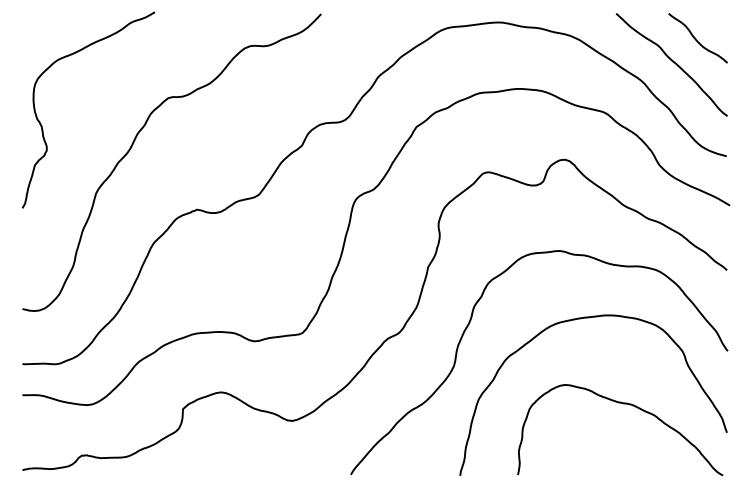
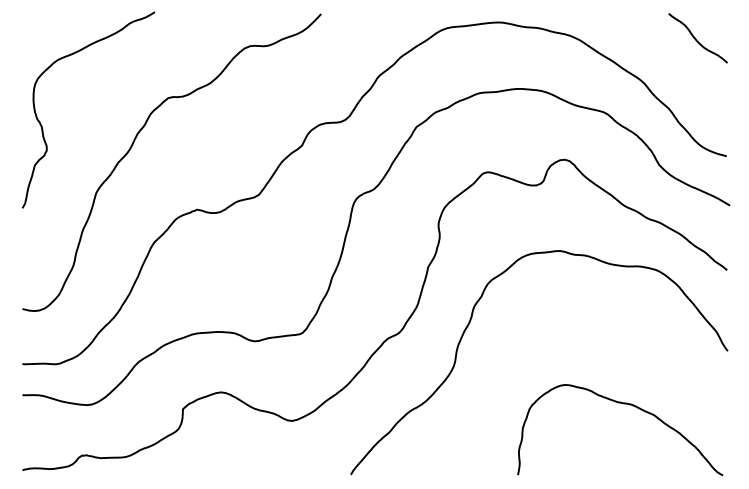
curve at (672, 62): present -> none
curve at (581, 319): present -> none
